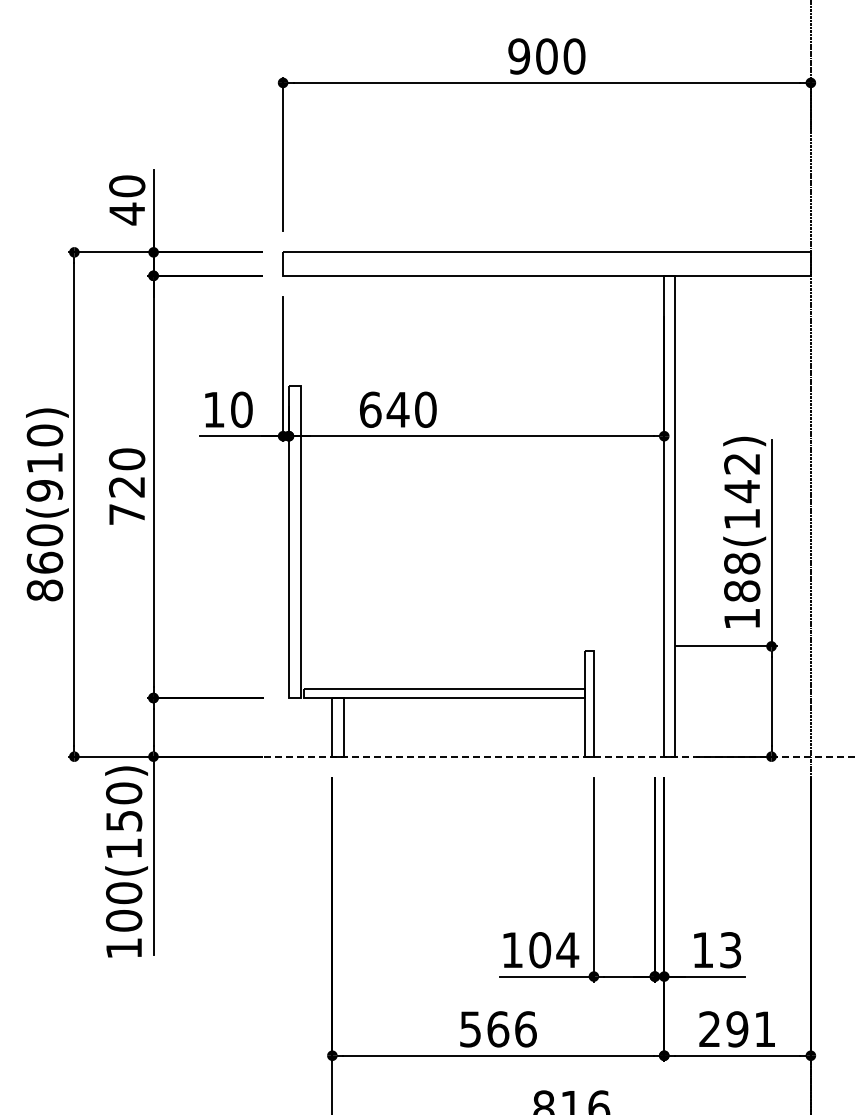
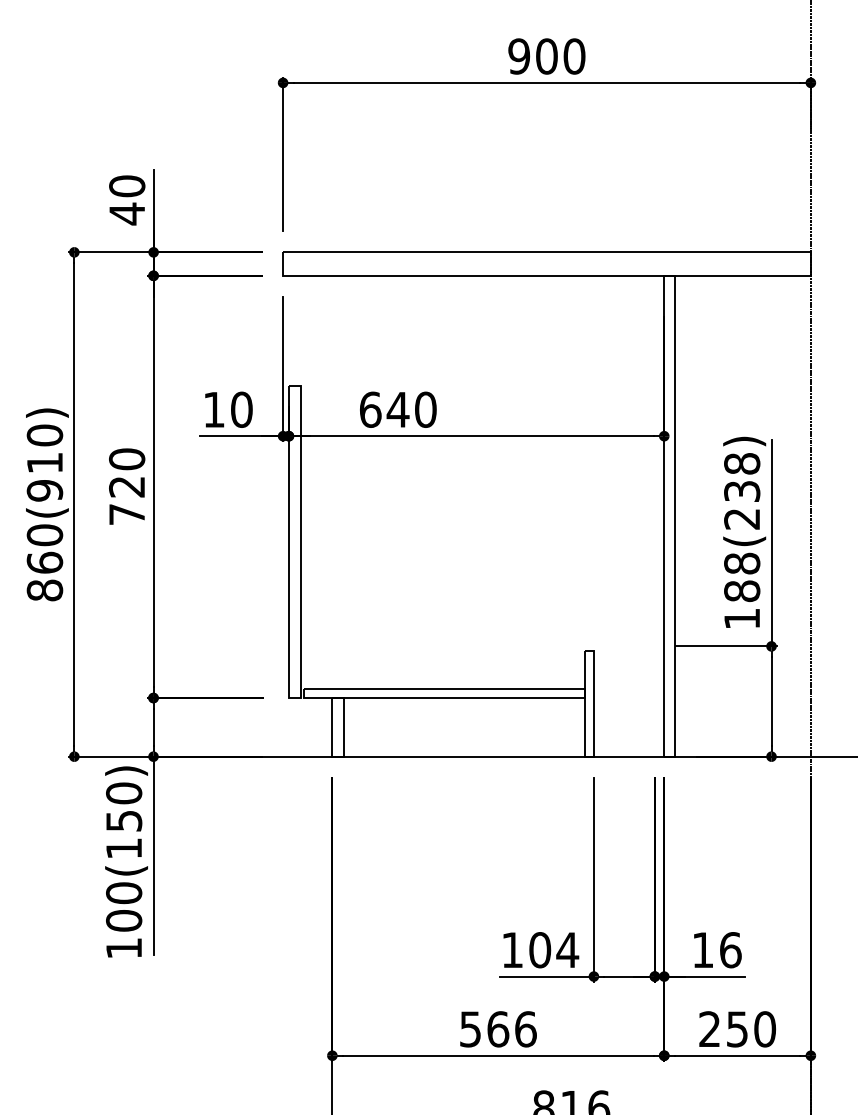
text at (742, 491): 188(142) -> 188(238)
line at (534, 756): dashed -> solid
text at (730, 950): 13 -> 16
text at (751, 1029): 291 -> 250
